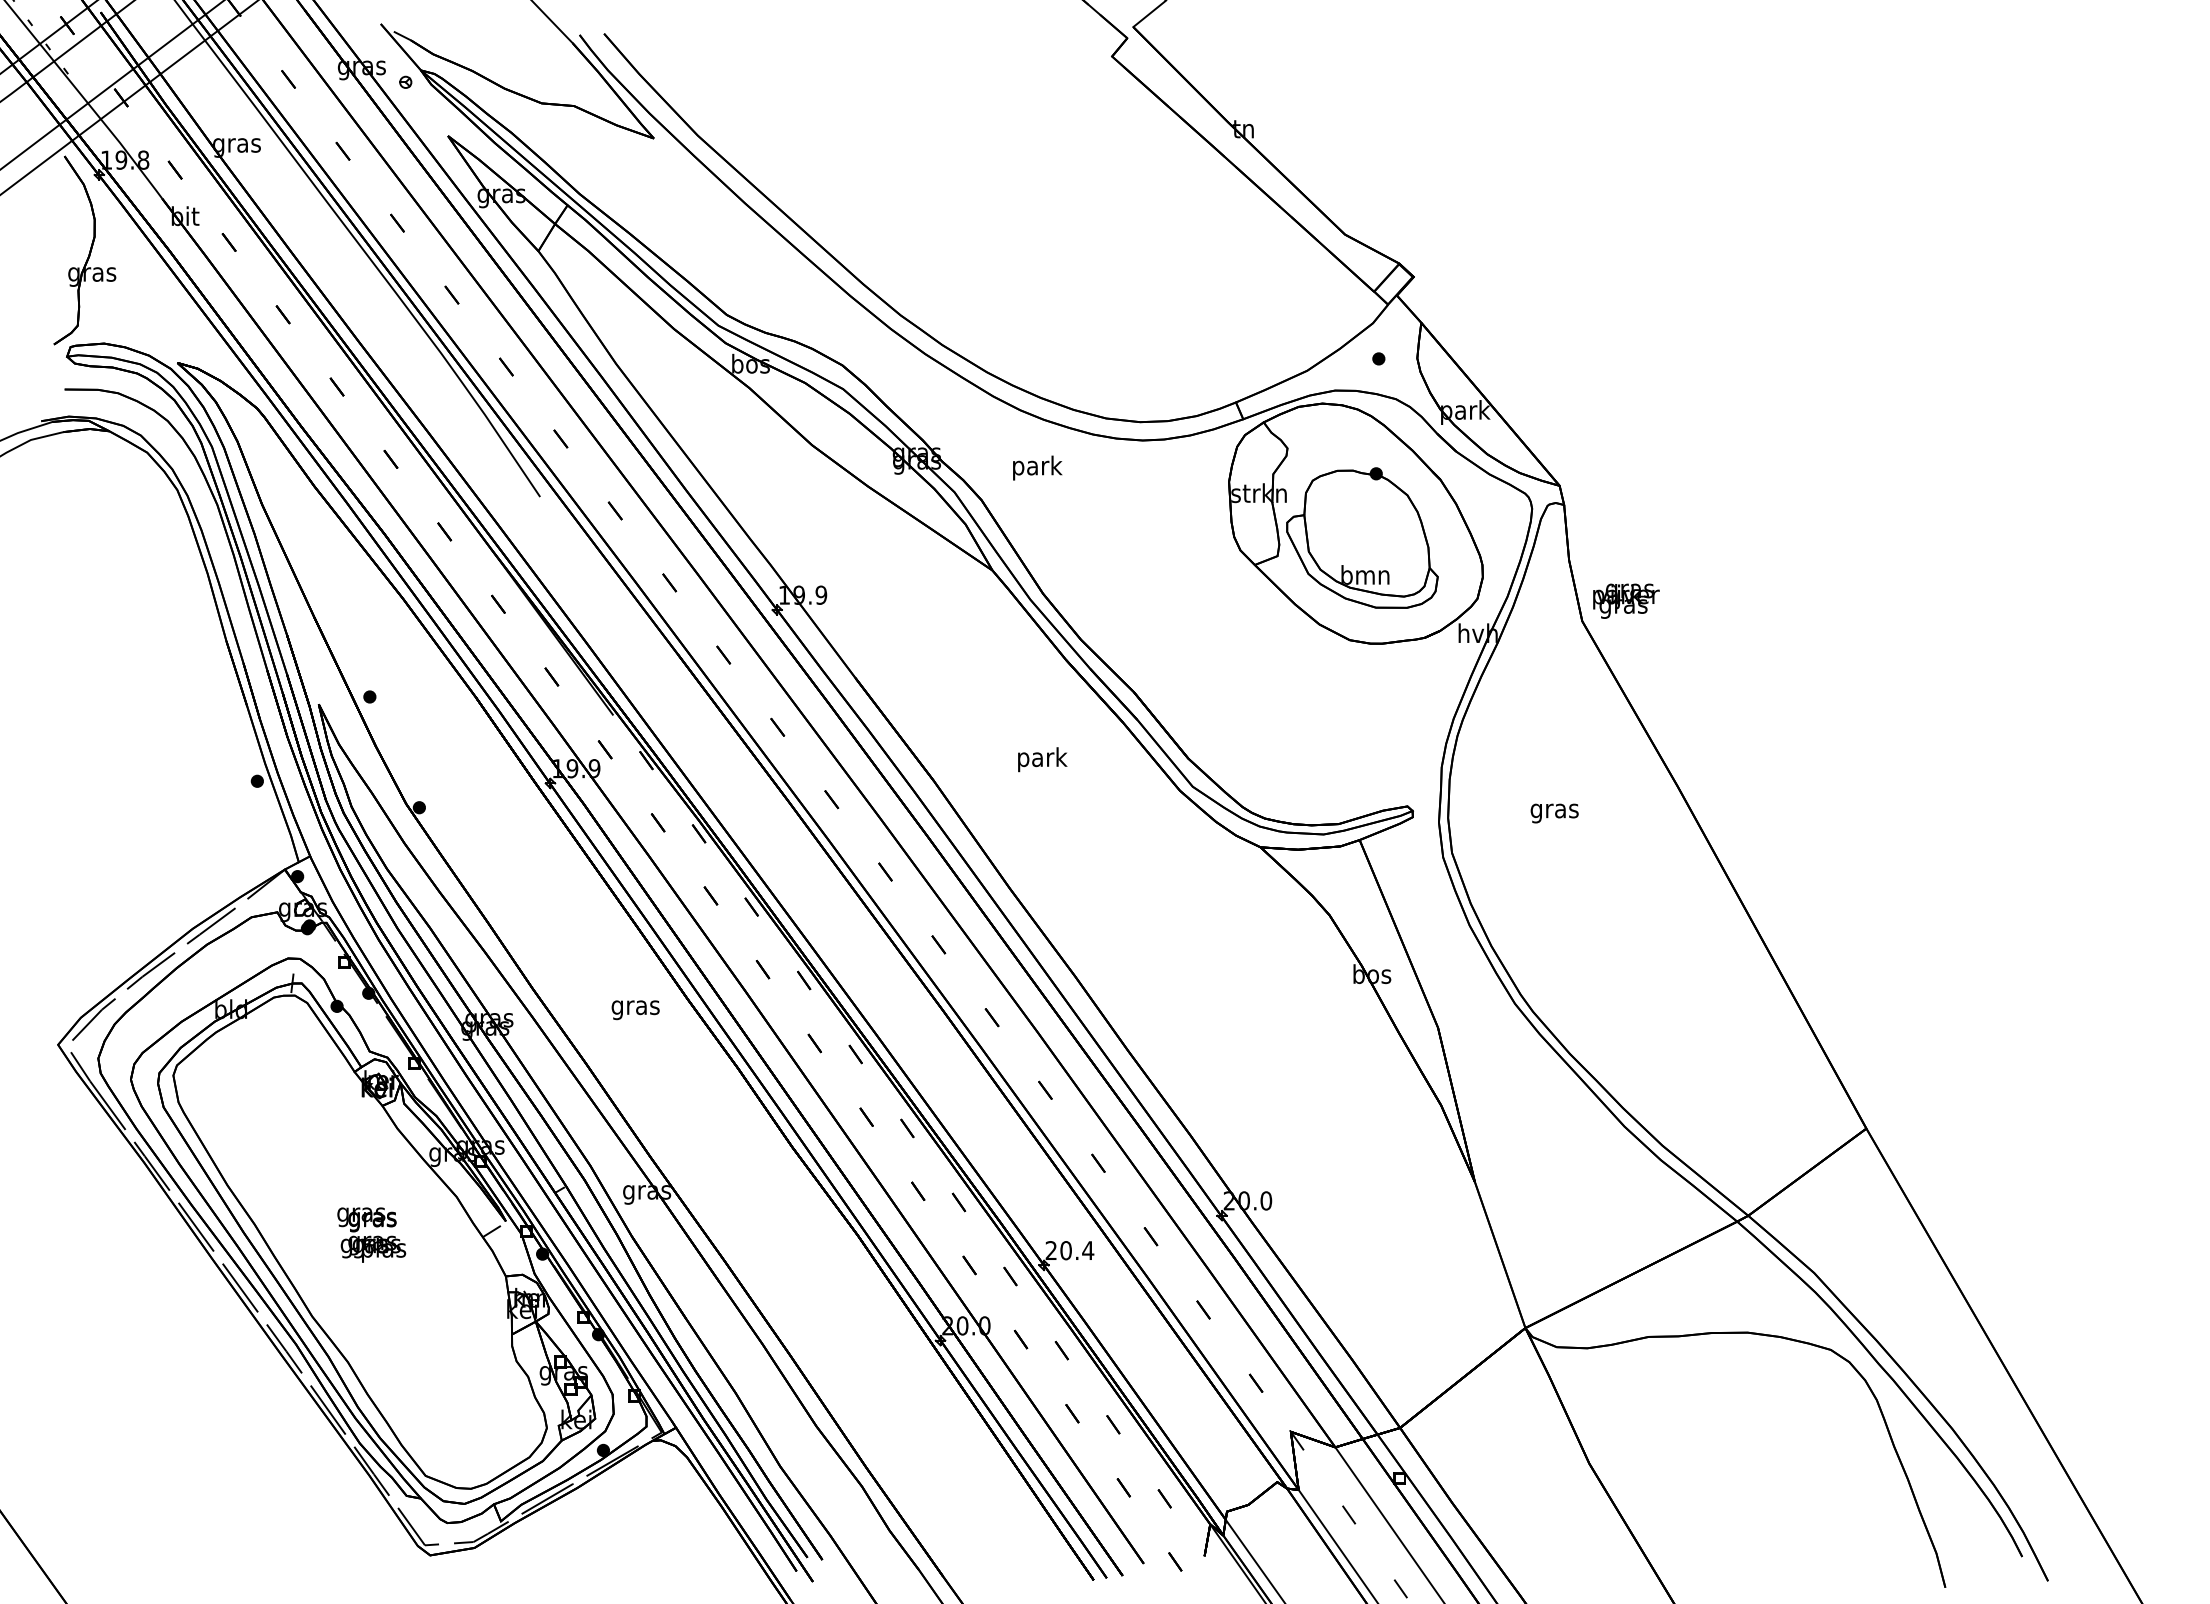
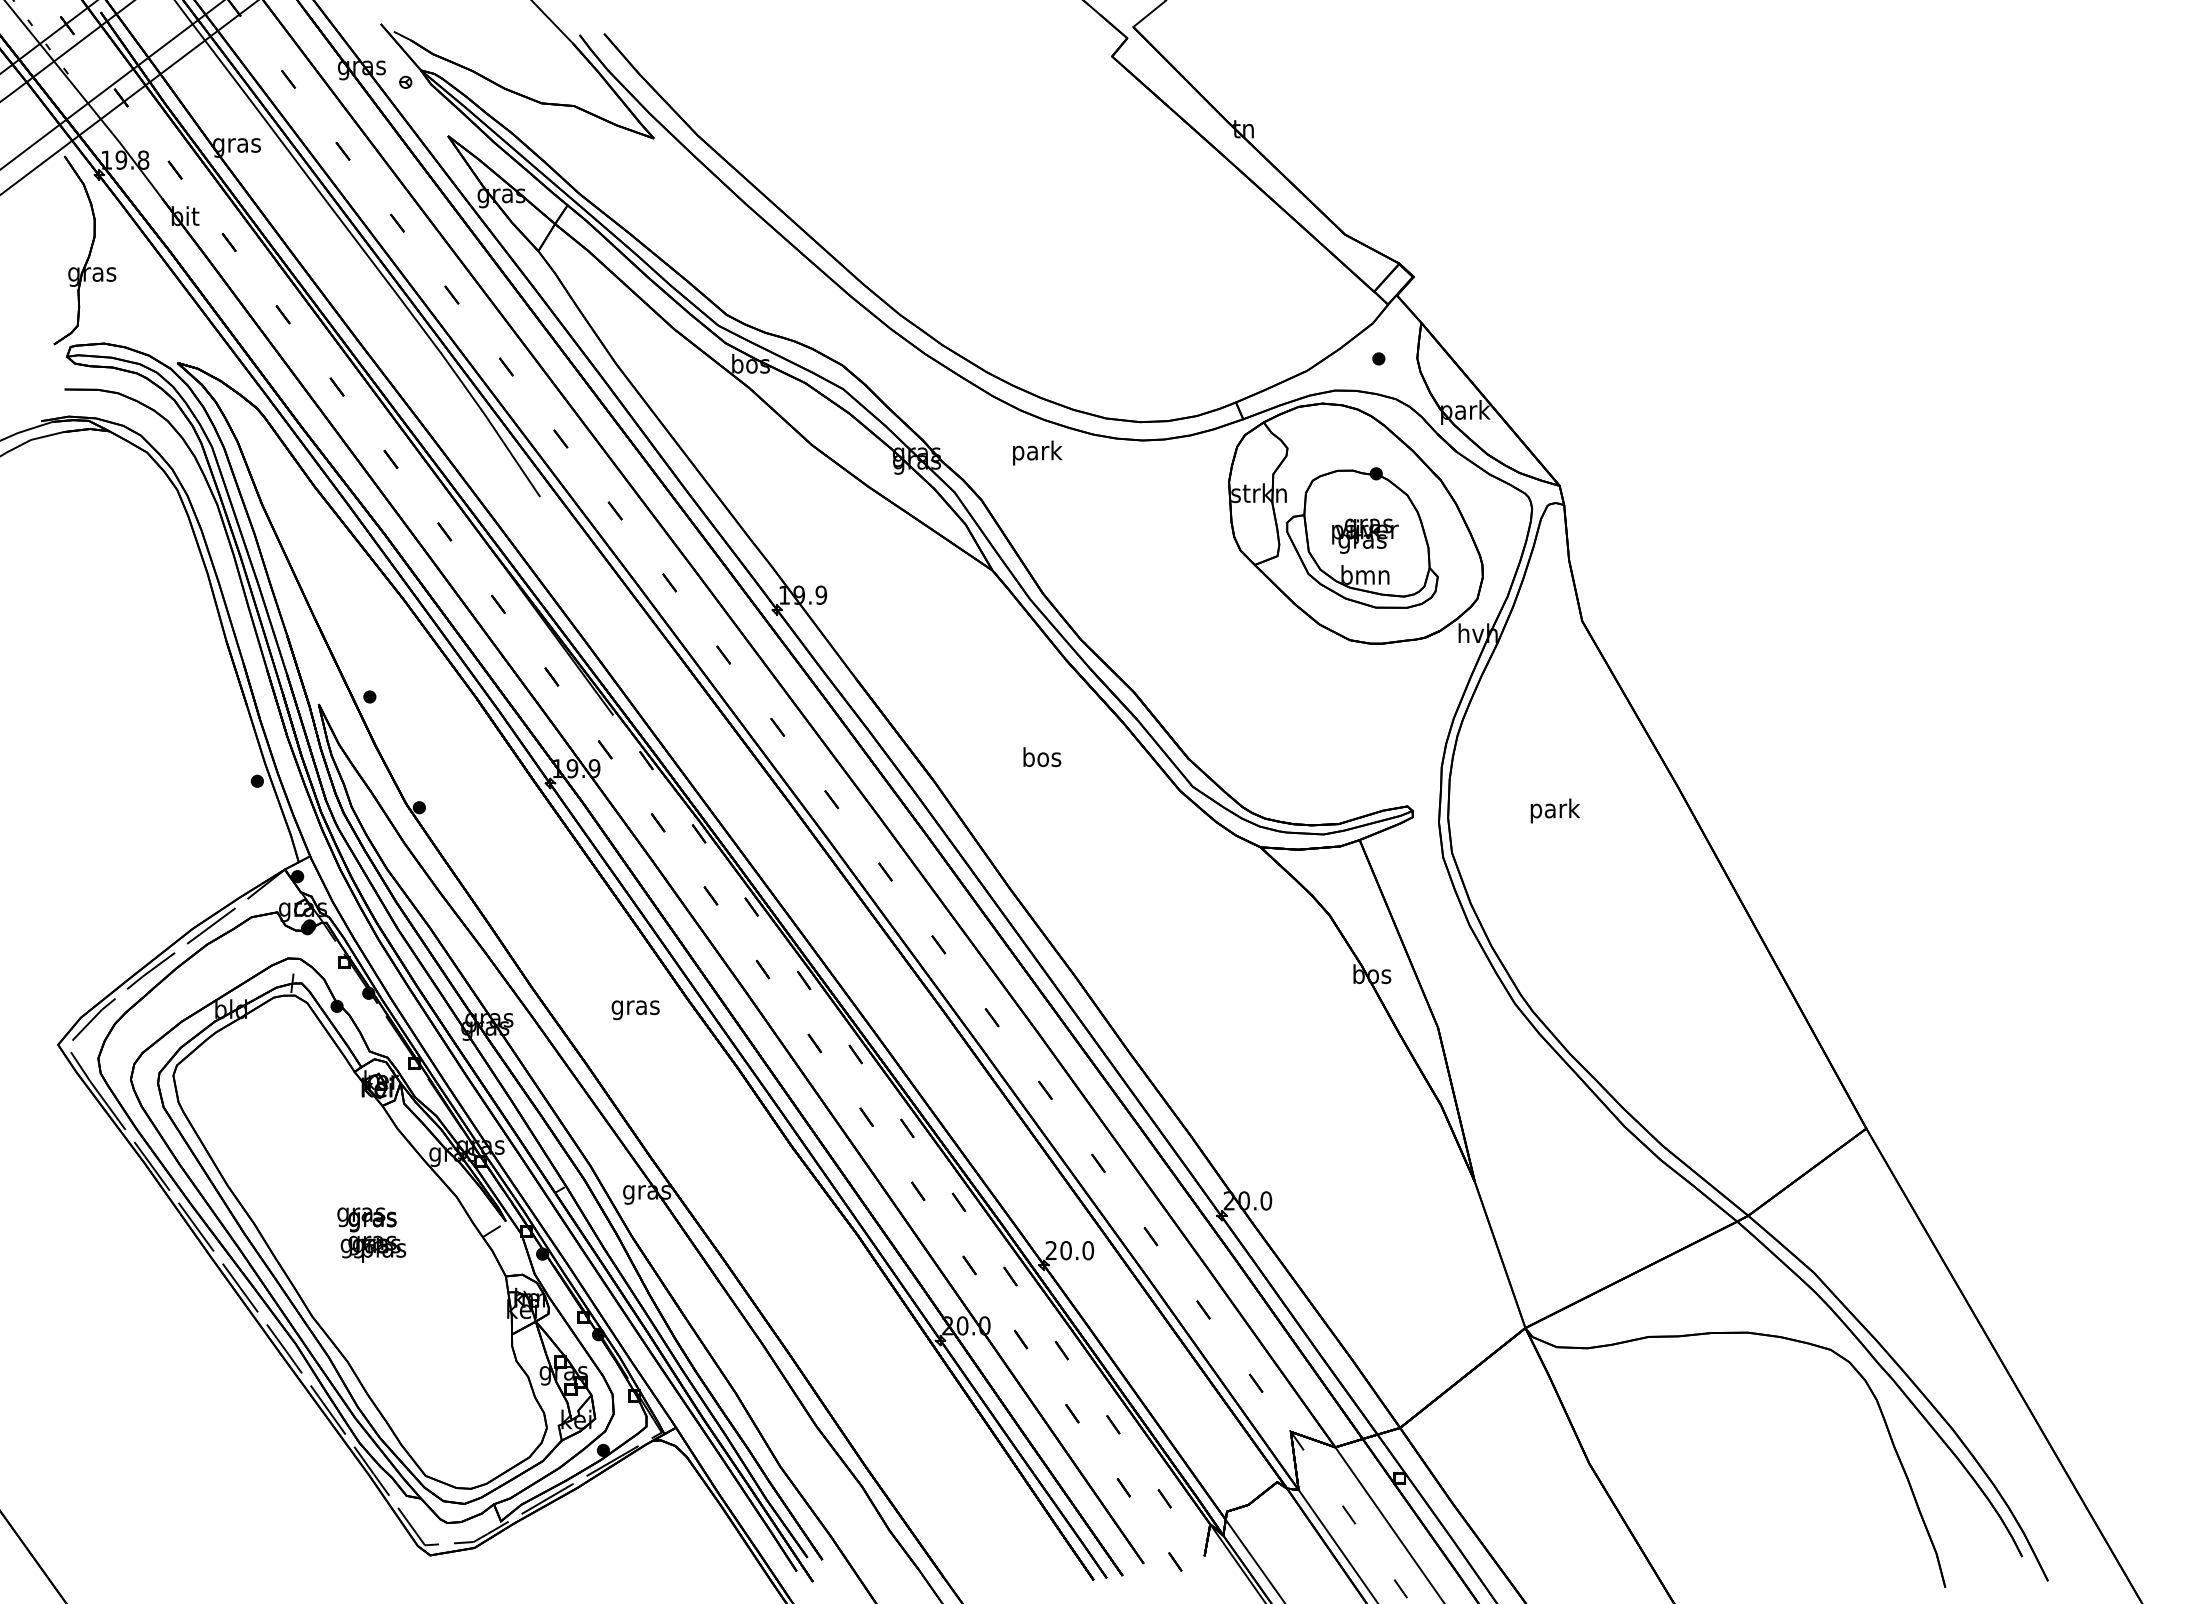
text at (1037, 467) position: (1037, 467) -> (1037, 452)
text at (1626, 600) position: (1626, 600) -> (1365, 535)
text at (1042, 759): park -> bos
text at (1555, 810): gras -> park
text at (1088, 1250): 20.4 -> 20.0
